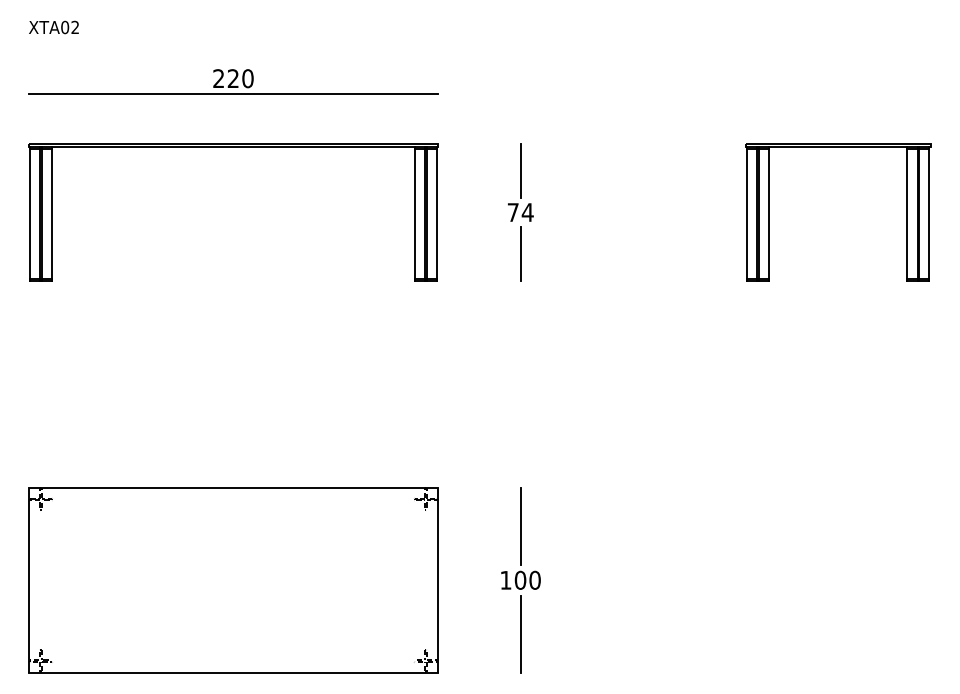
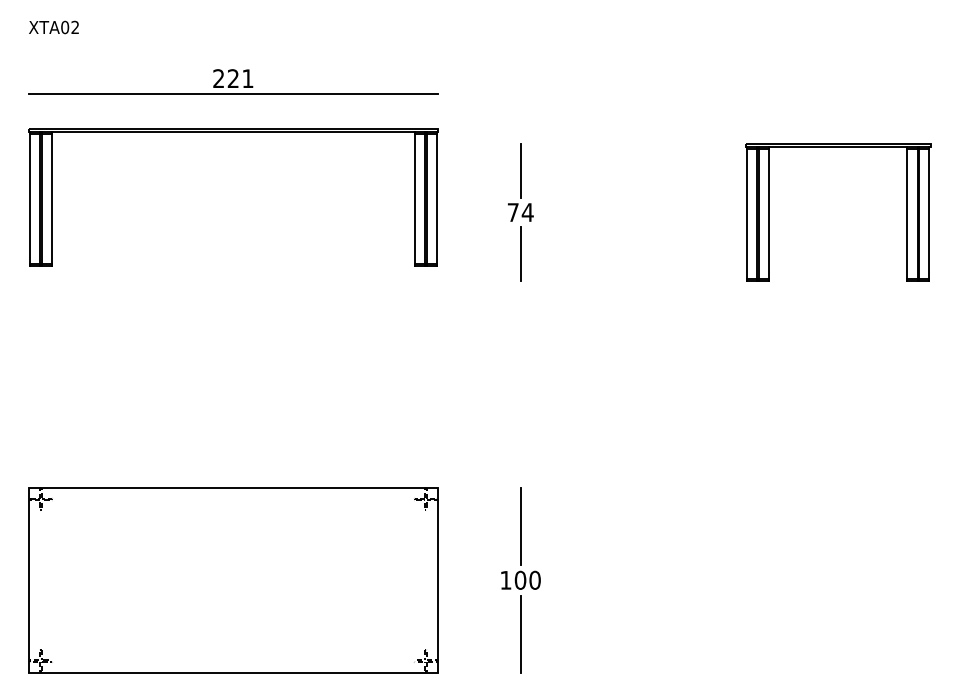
text at (247, 78): 220 -> 221
part at (233, 147) position: (233, 147) -> (233, 132)
